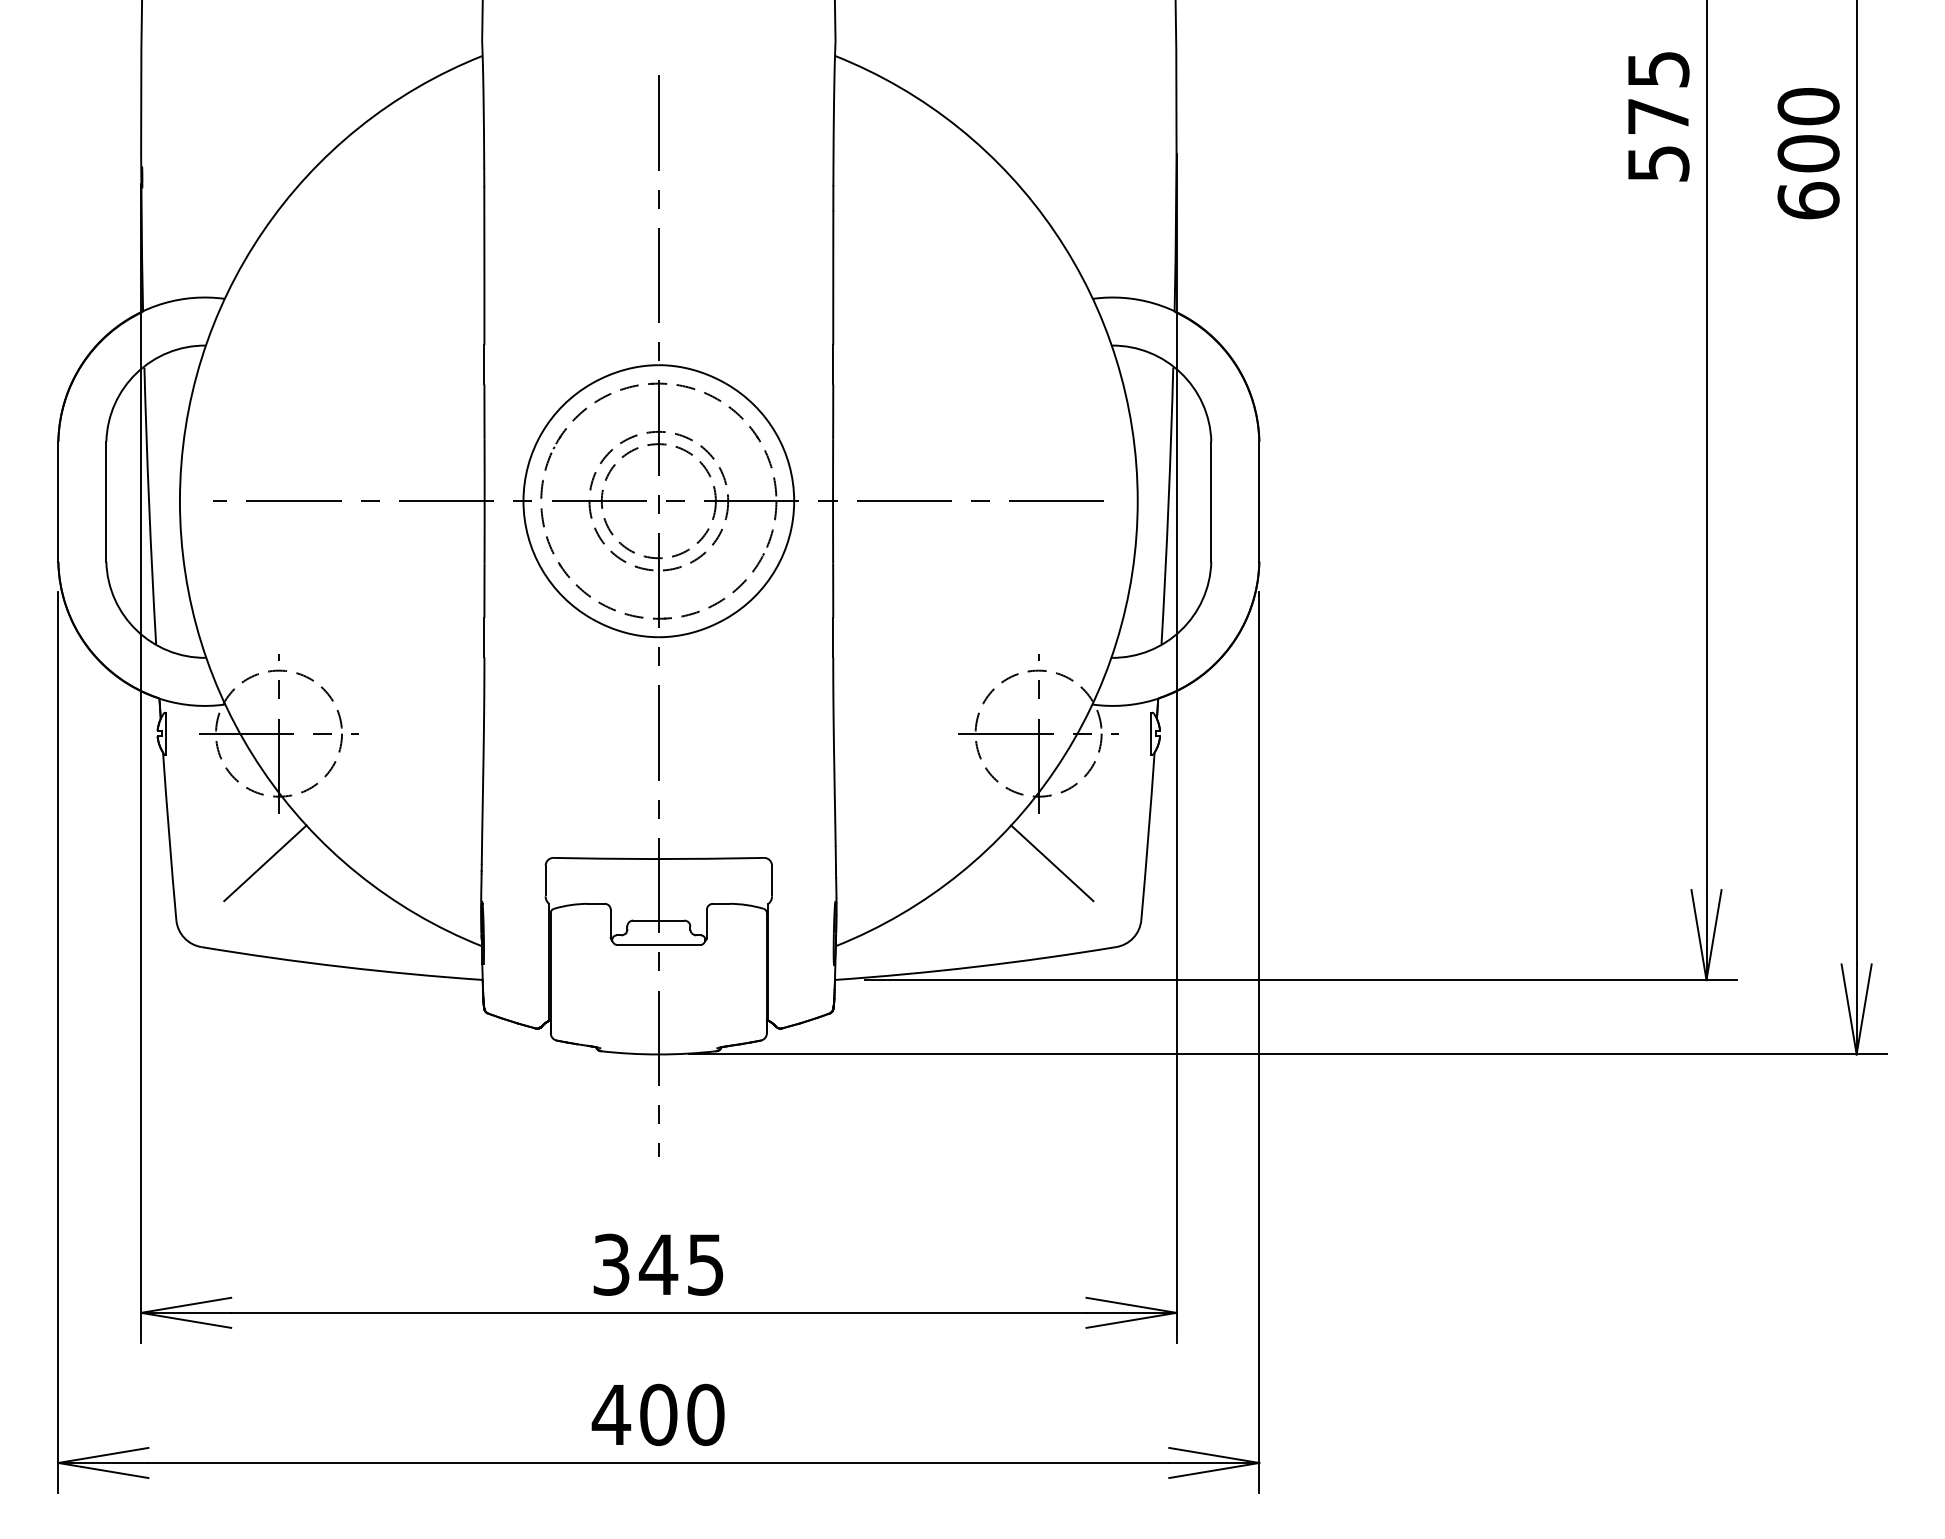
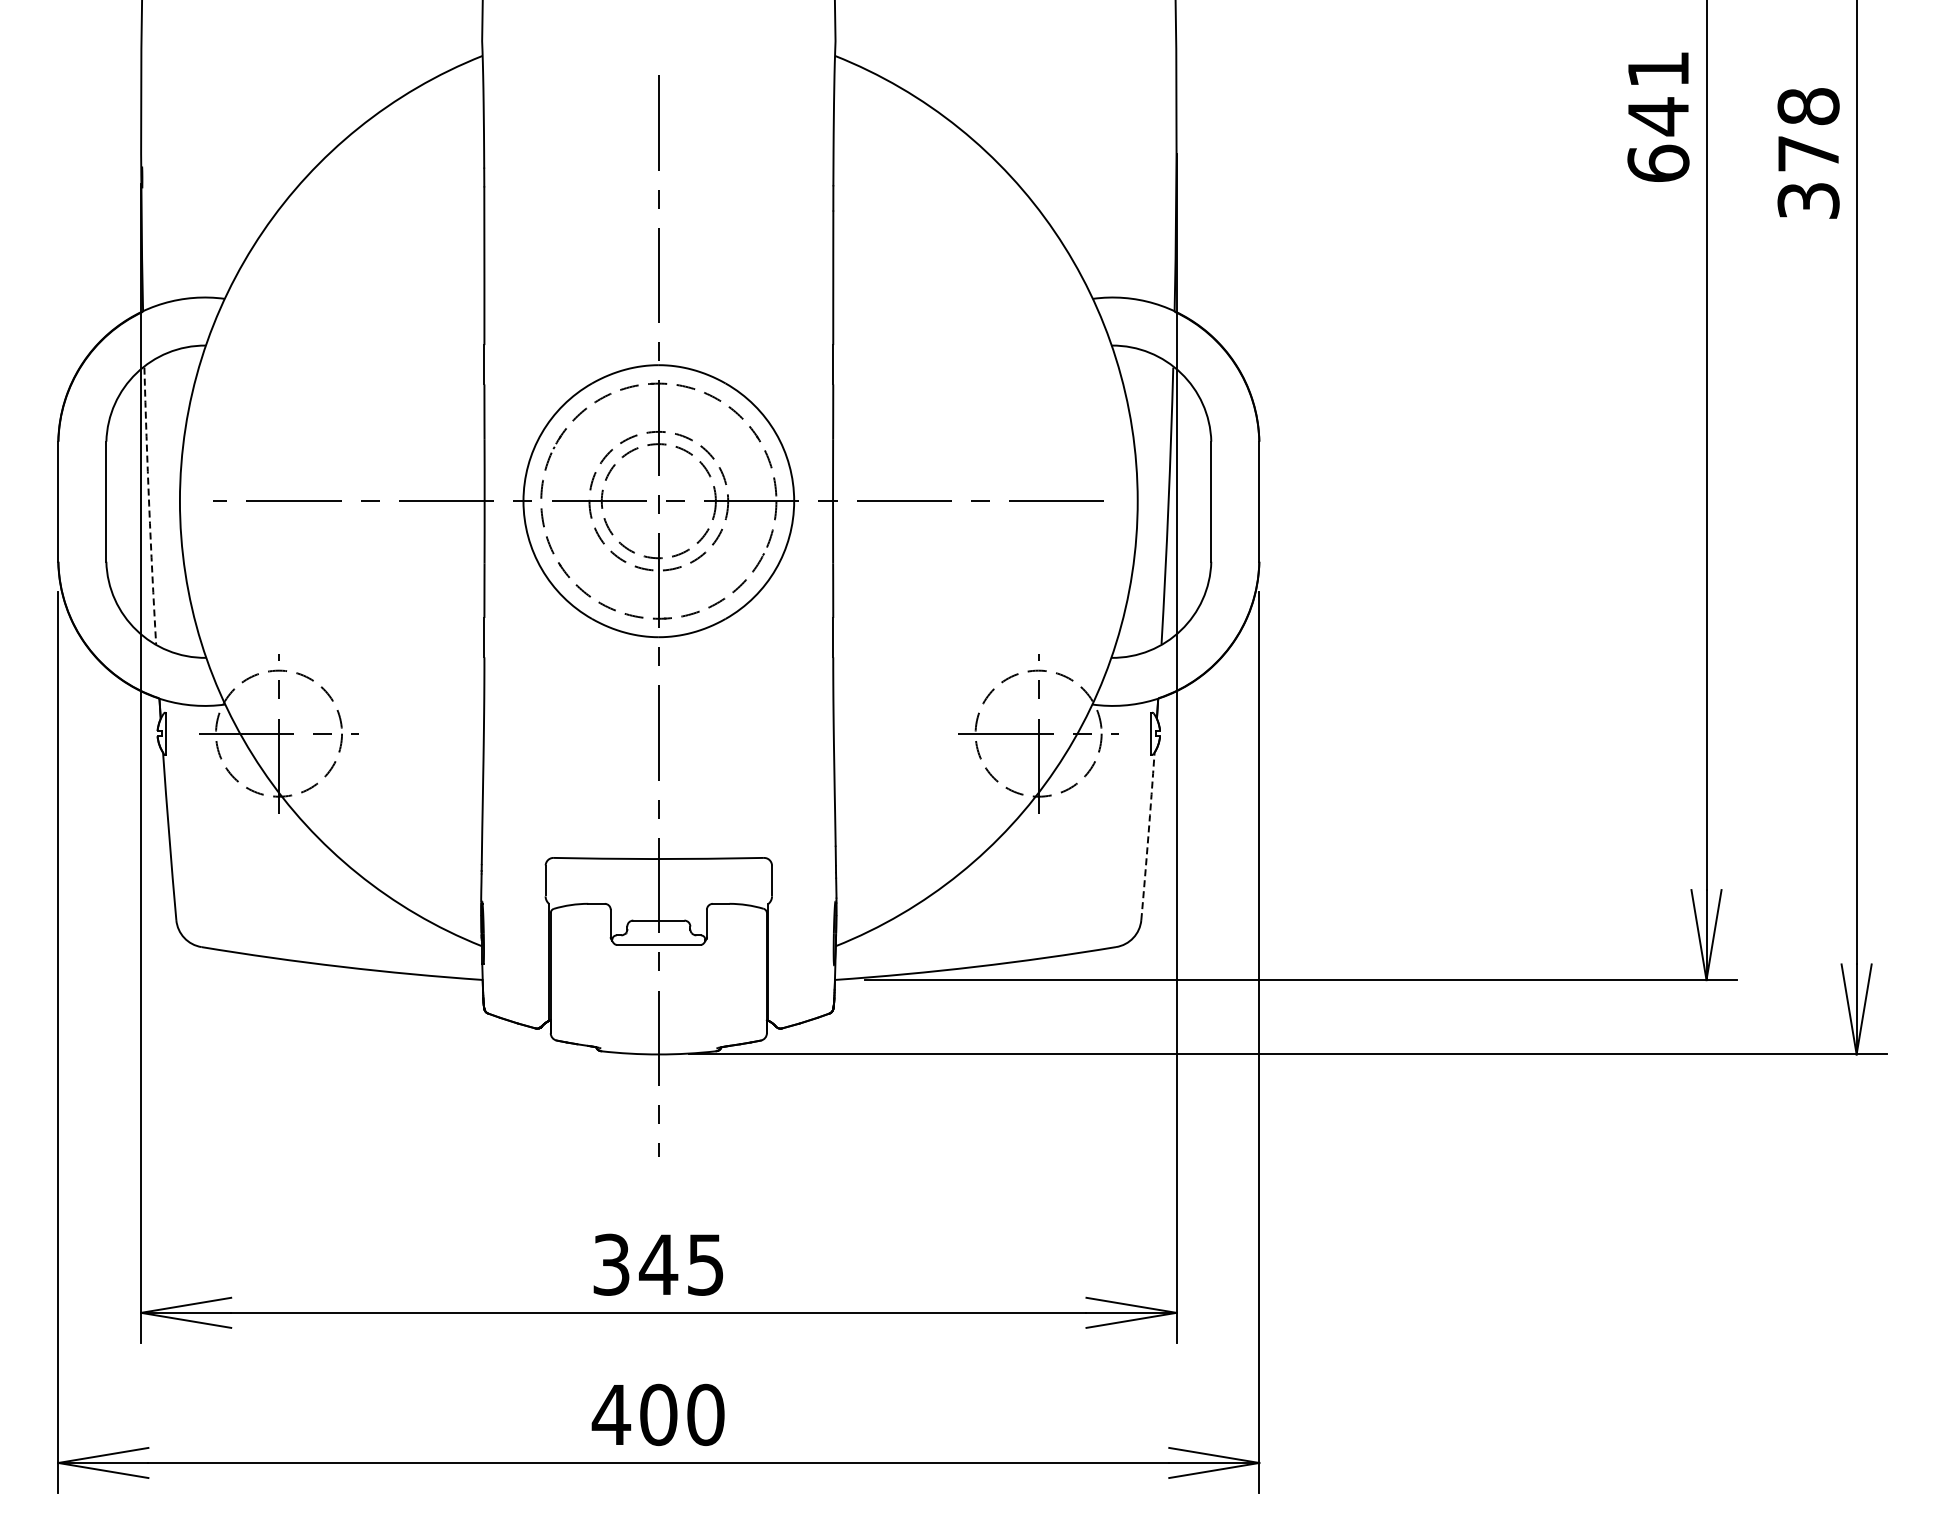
text at (1658, 116): 575 -> 641
text at (1808, 153): 600 -> 378
arc at (149, 505): solid -> dashed
arc at (1148, 836): solid -> dashed
line at (265, 863): present -> none
line at (1052, 863): present -> none
